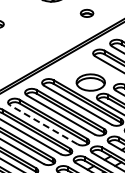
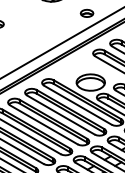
line at (61, 42): none -> present
line at (43, 124): dashed -> solid
